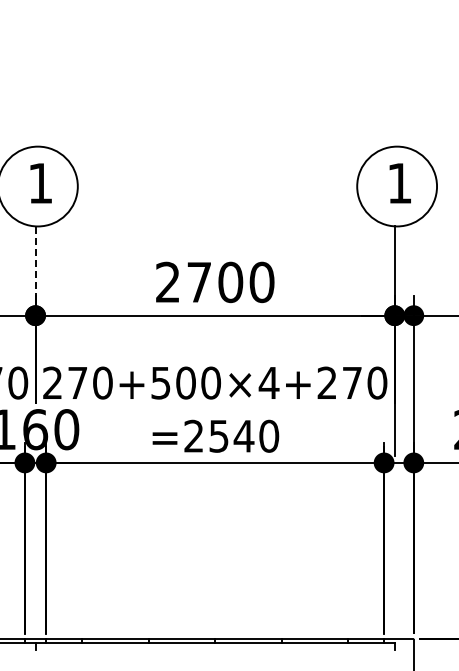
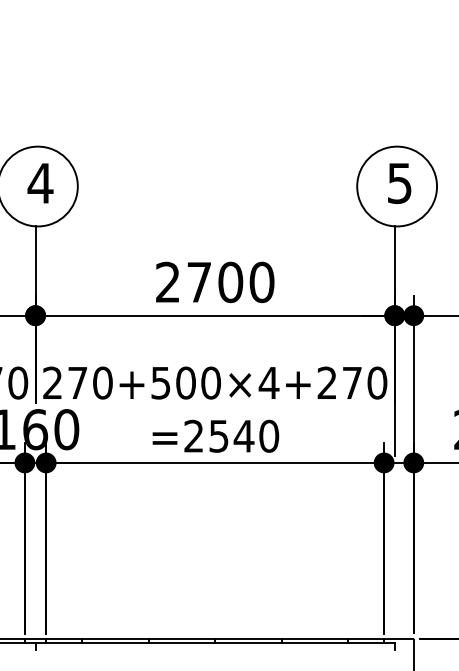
text at (40, 183): 1 -> 4
text at (399, 183): 1 -> 5
line at (35, 263): dashed -> solid
